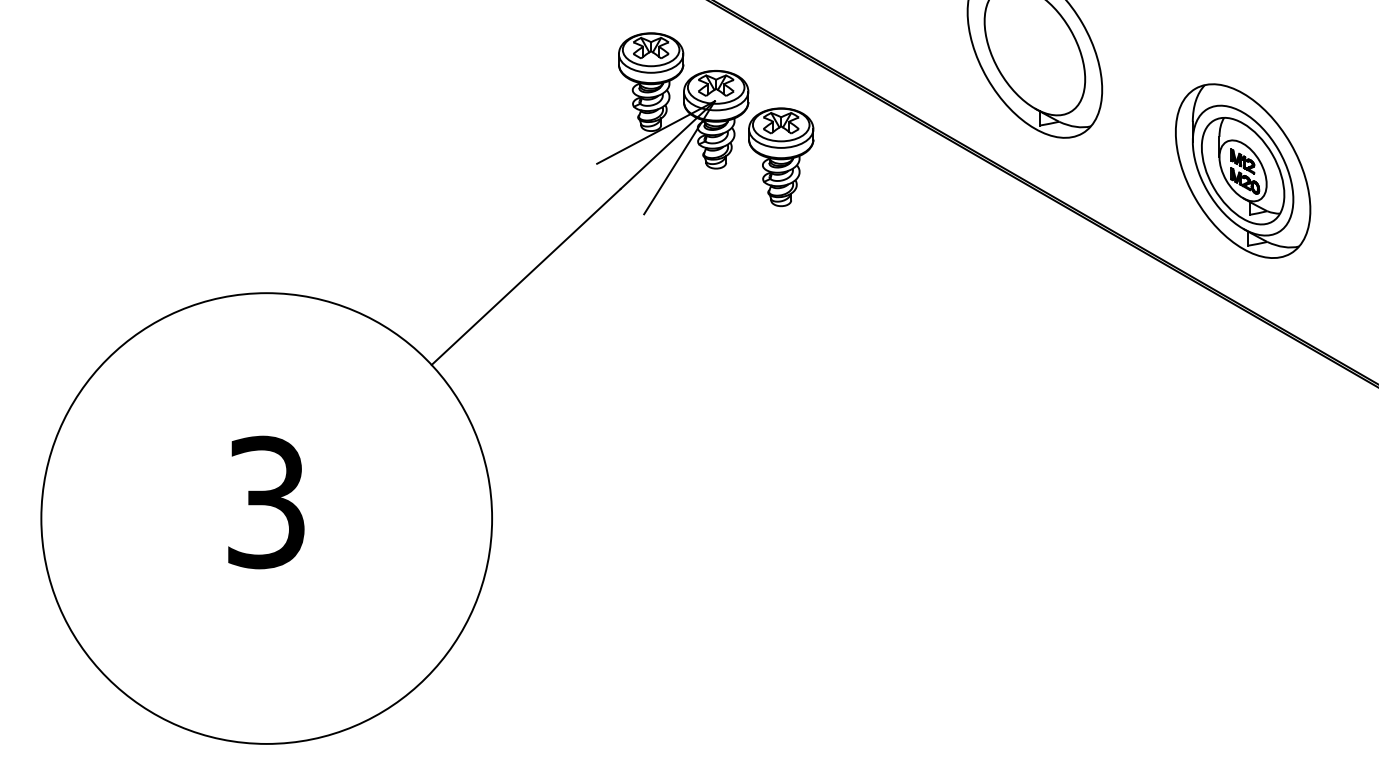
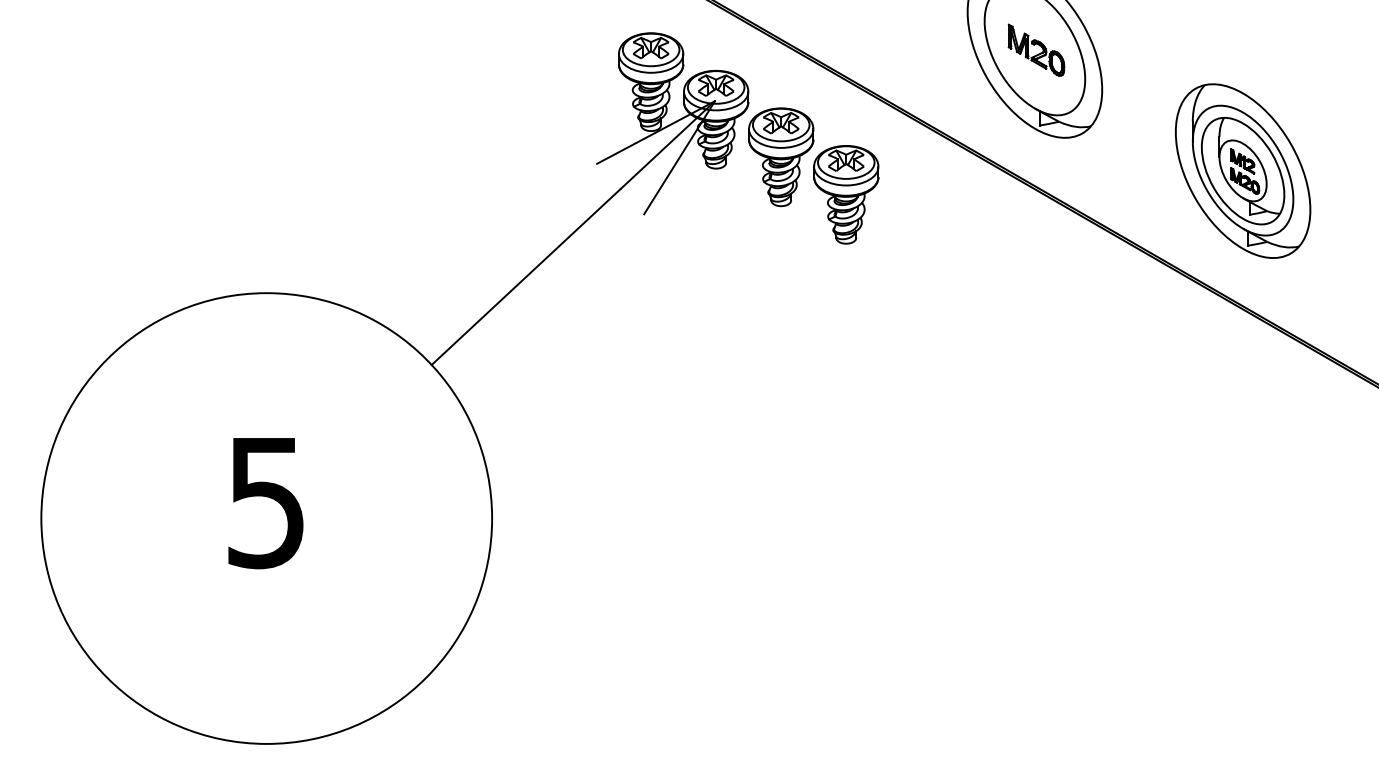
part at (1036, 49): none -> present
part at (846, 194): none -> present
text at (266, 501): 3 -> 5
